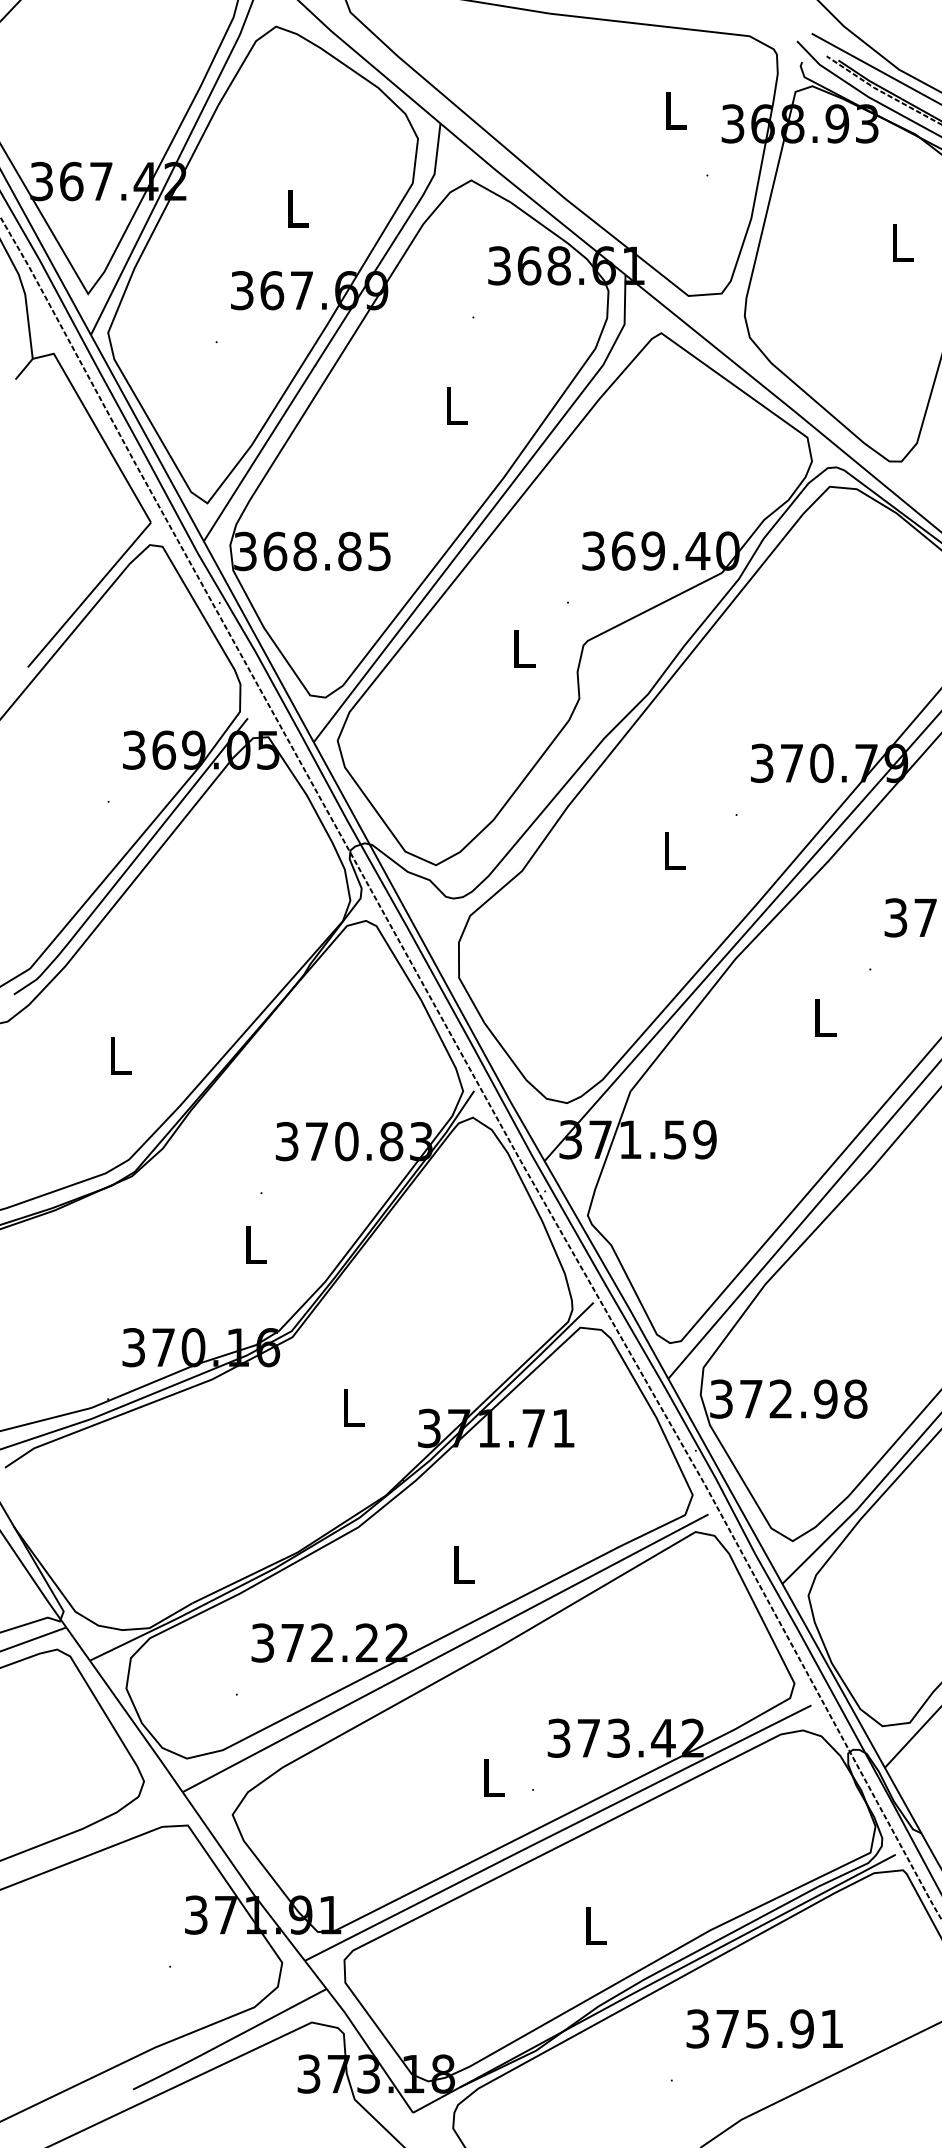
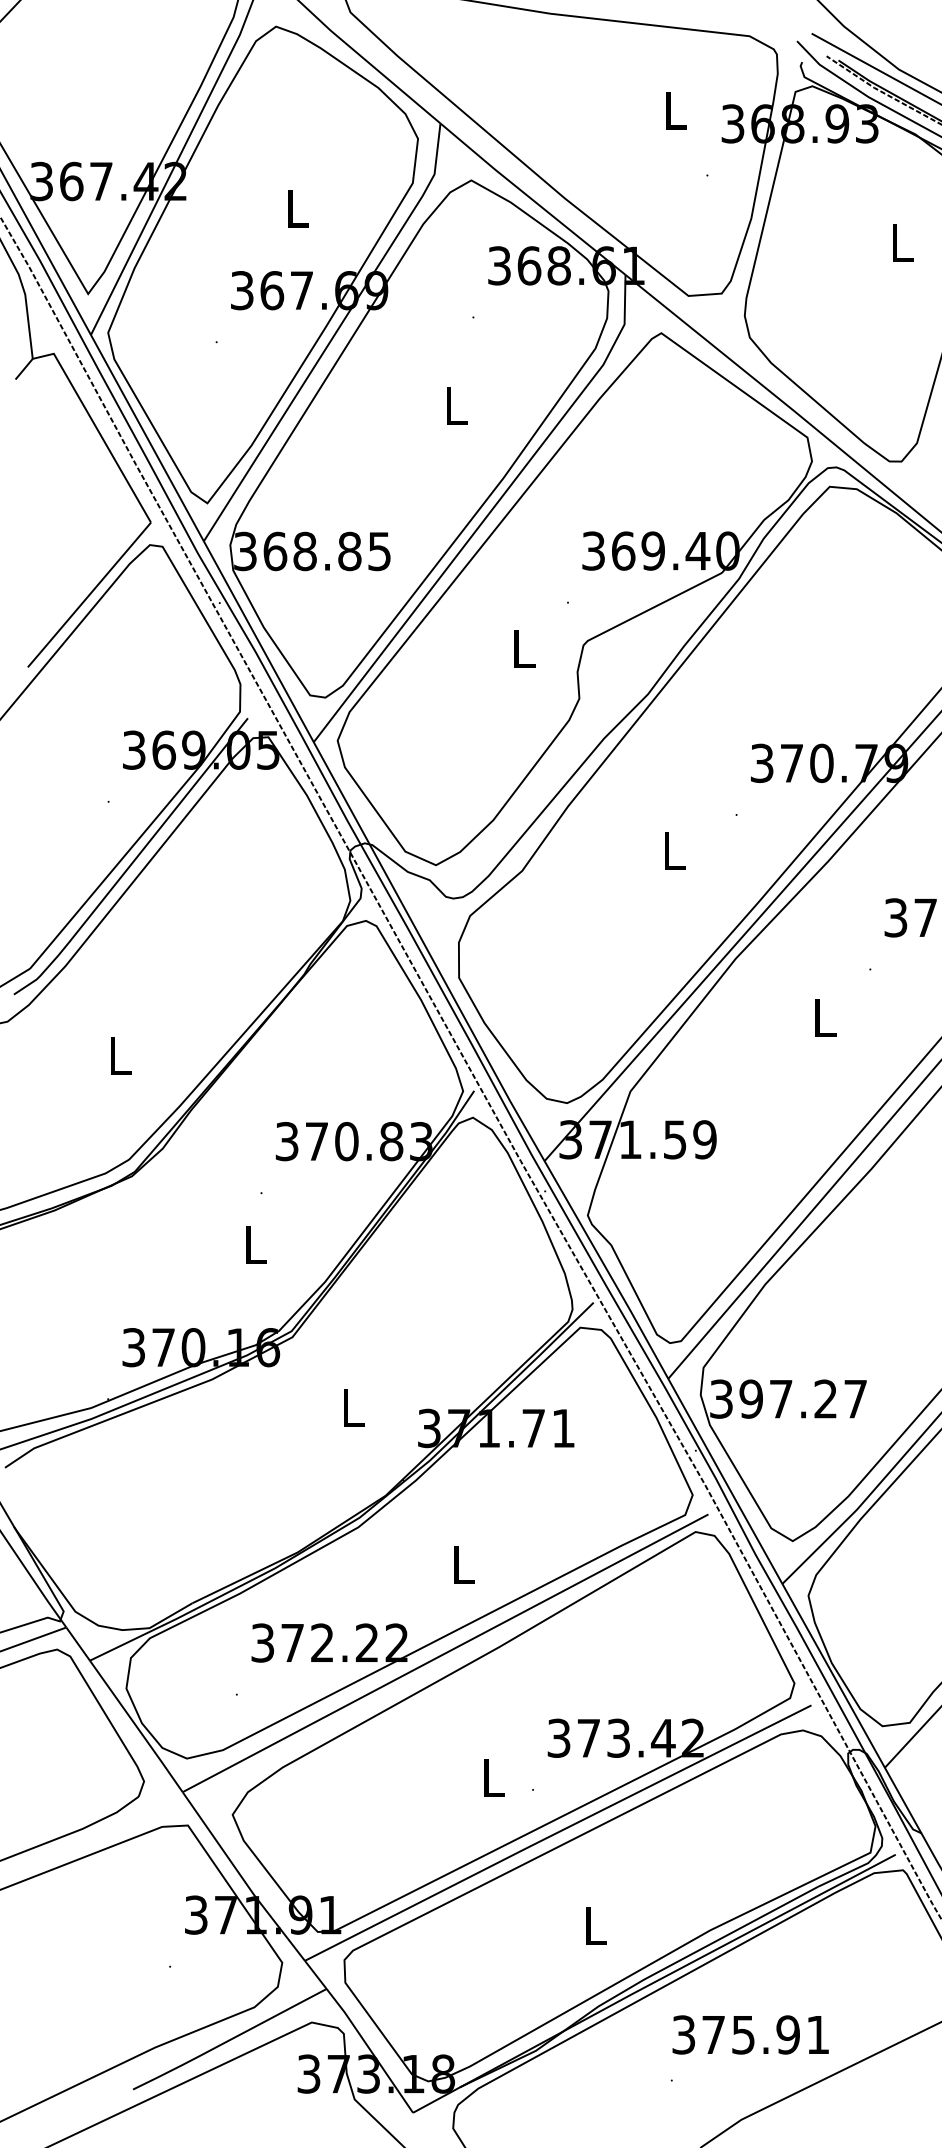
text at (803, 1398): 372.98 -> 397.27
text at (764, 2028) position: (764, 2028) -> (750, 2034)
